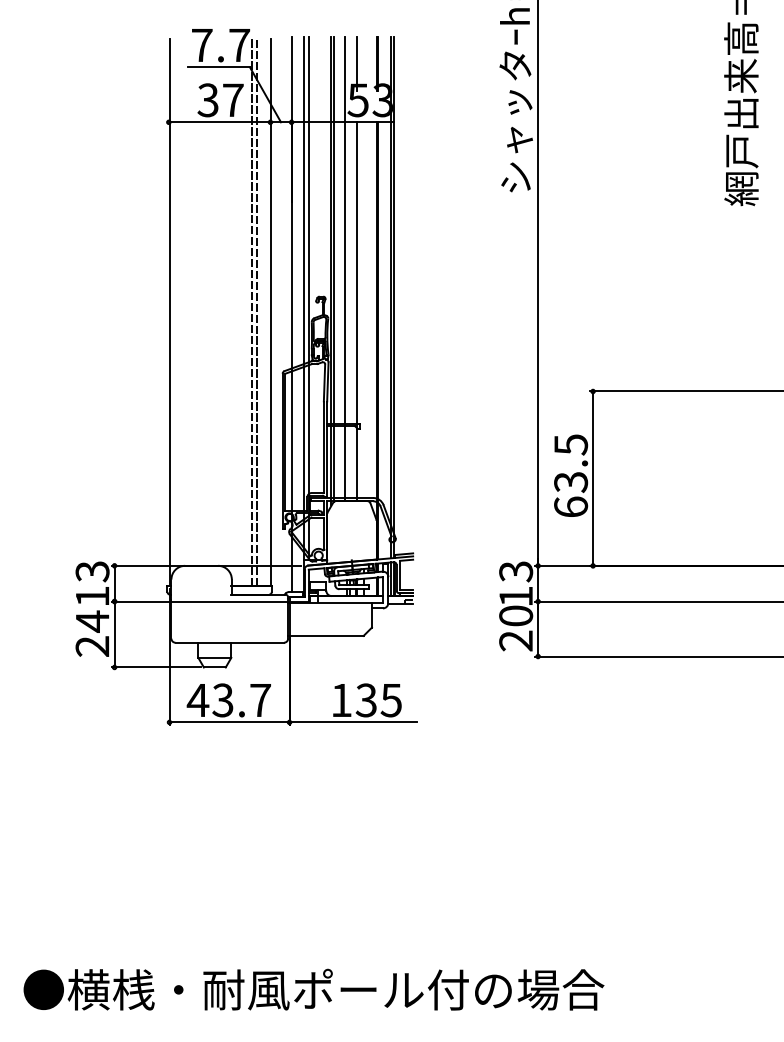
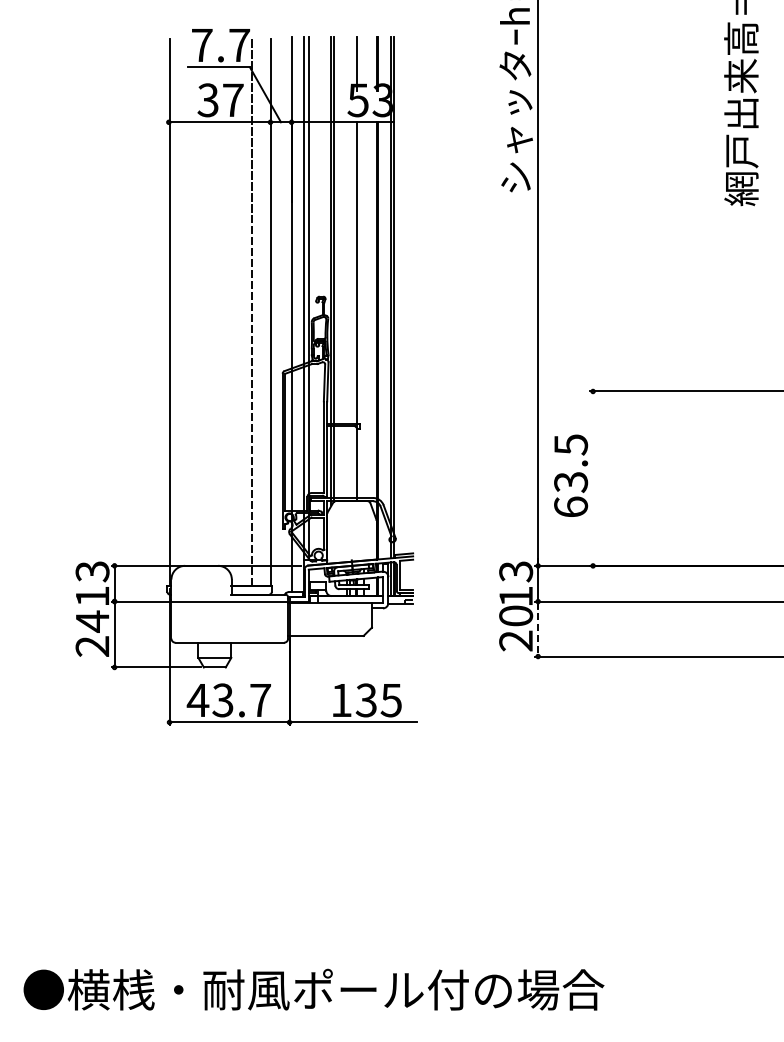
line at (345, 269): present -> none
line at (257, 312): present -> none
line at (593, 478): present -> none
line at (538, 629): solid -> dashed
